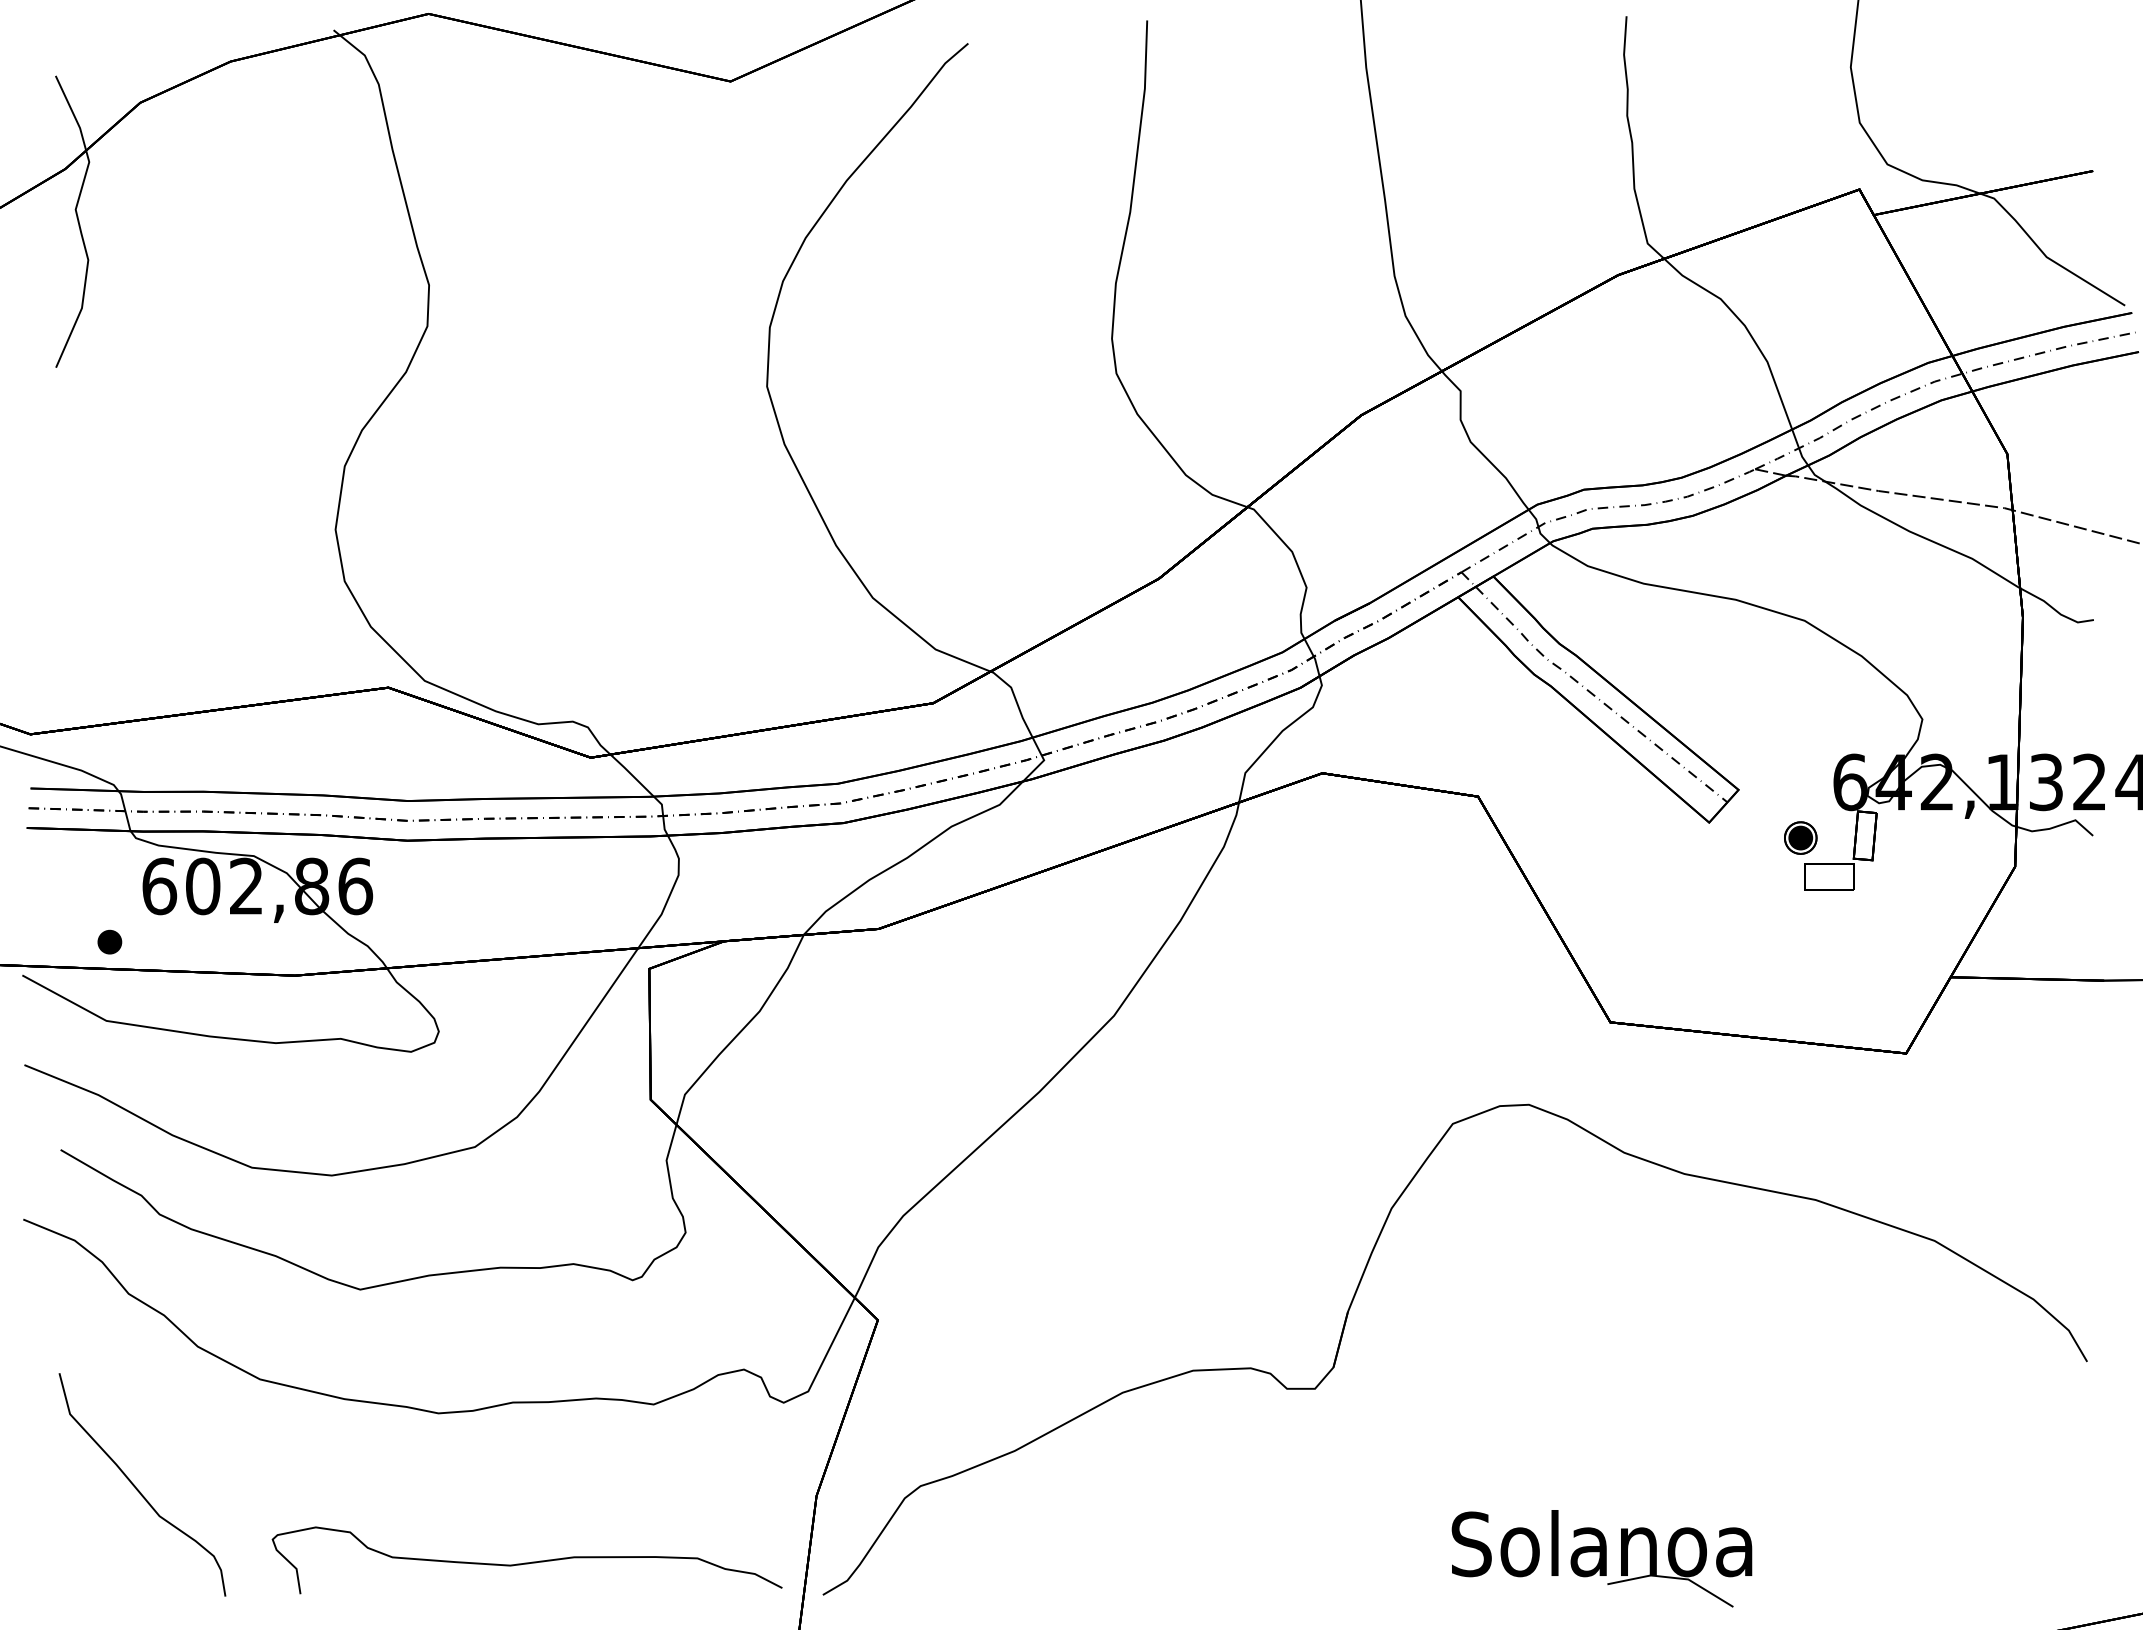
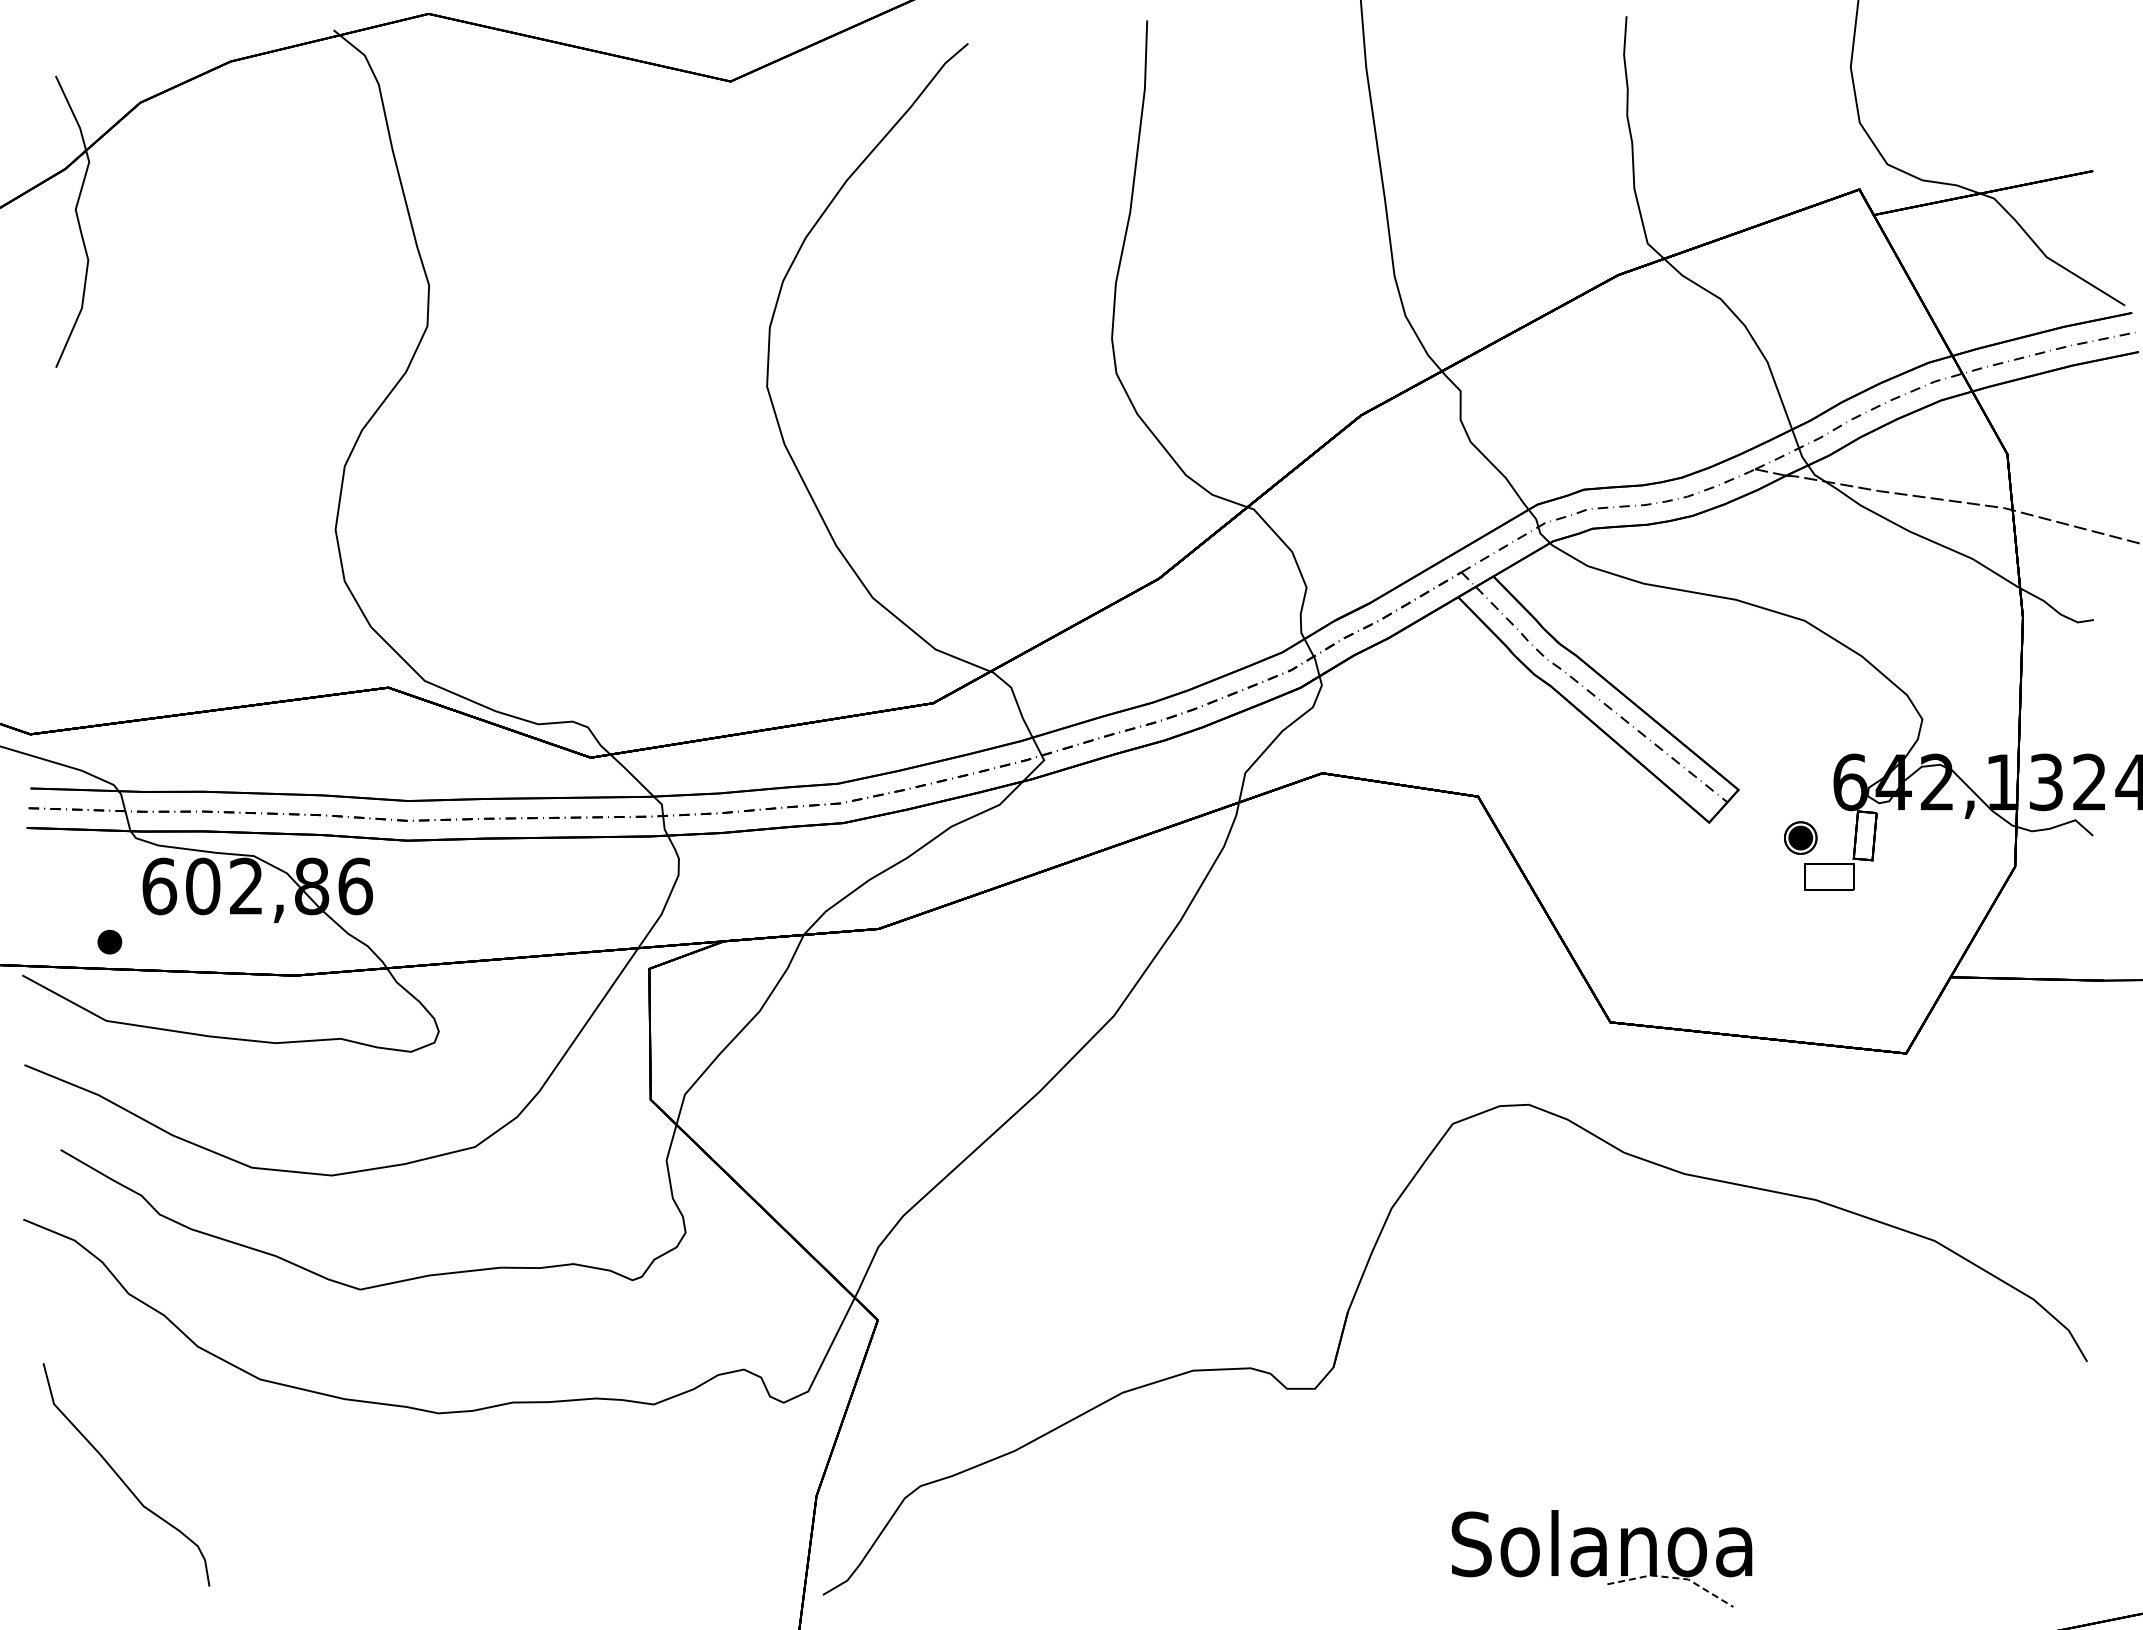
curve at (137, 1488) position: (137, 1488) -> (121, 1478)
curve at (526, 1562): present -> none
line at (1673, 1577): solid -> dashed
